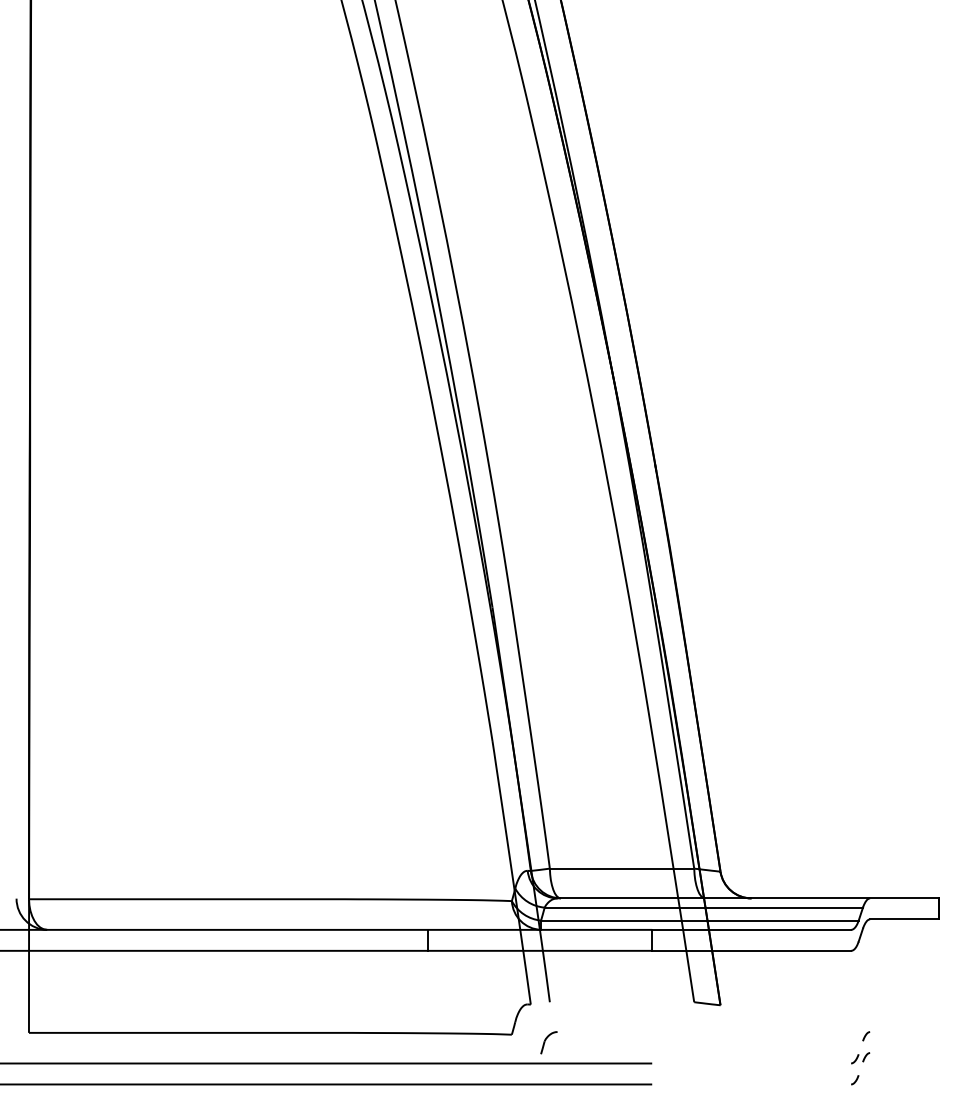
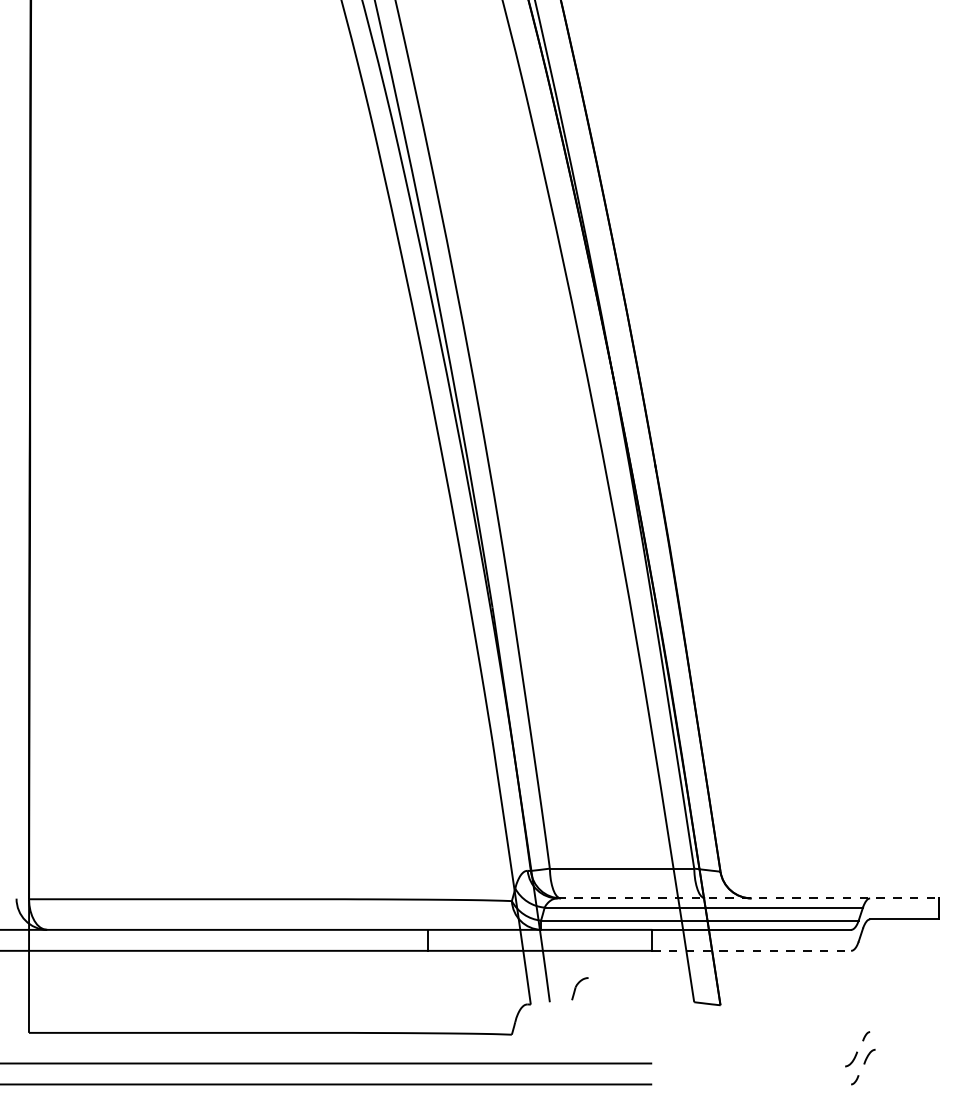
line at (748, 898): solid -> dashed
line at (752, 950): solid -> dashed
part at (548, 1042) position: (548, 1042) -> (579, 988)
part at (860, 1058) size: 20x13 px -> 31x19 px
